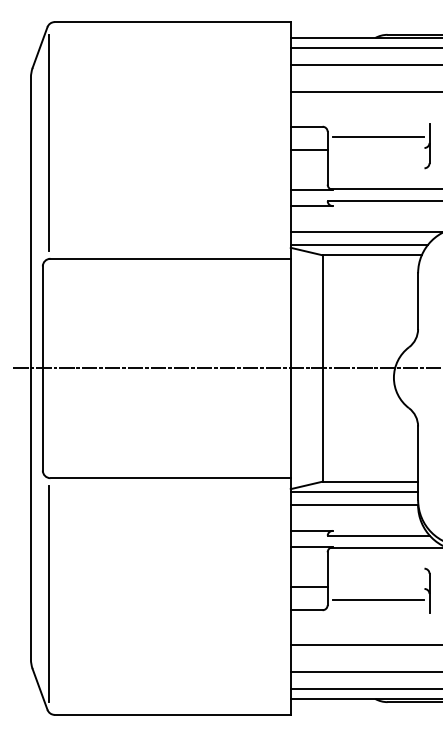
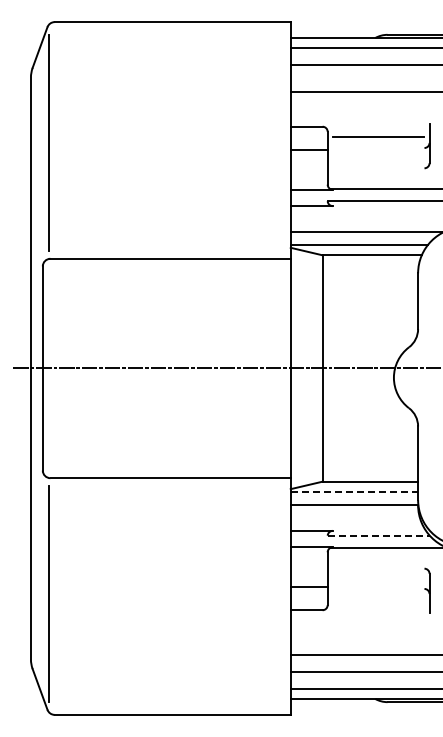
line at (354, 492): solid -> dashed
line at (379, 535): solid -> dashed
line at (378, 599): present -> none
line at (364, 645) position: (364, 645) -> (364, 655)
